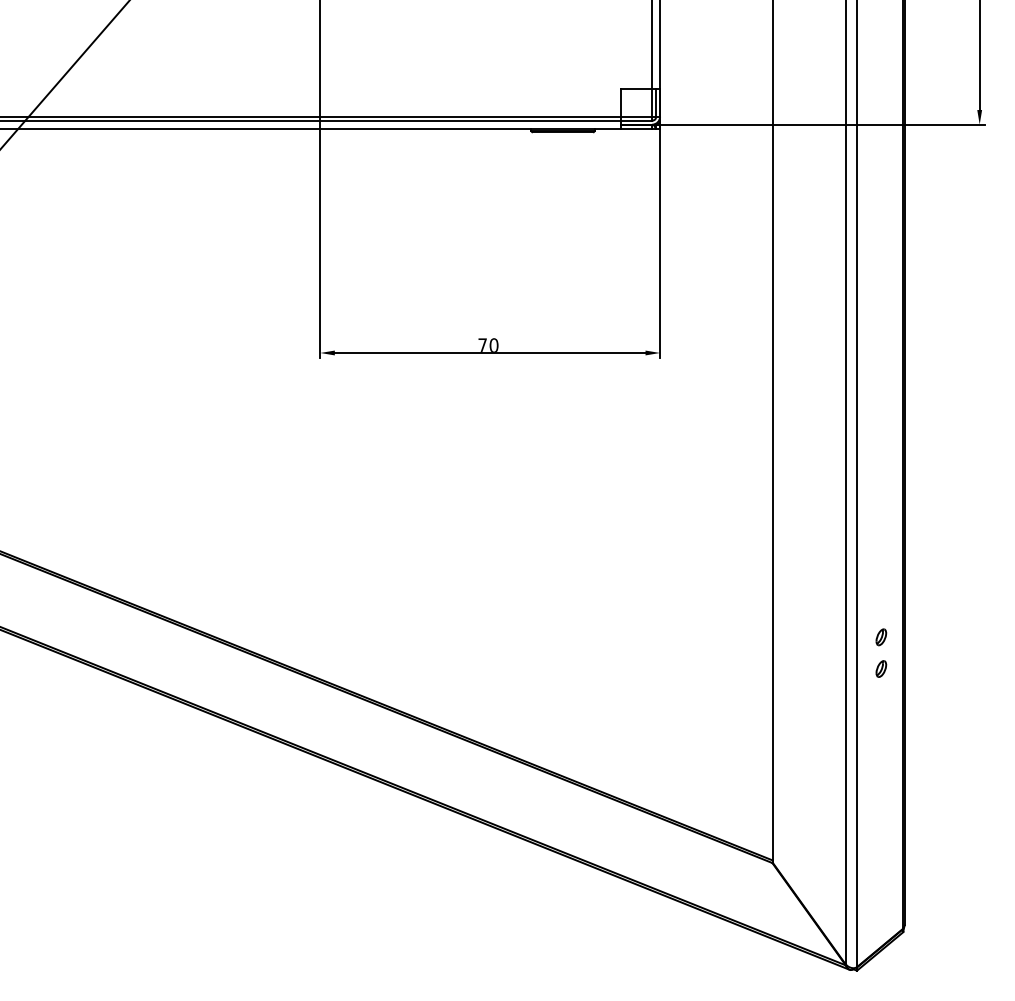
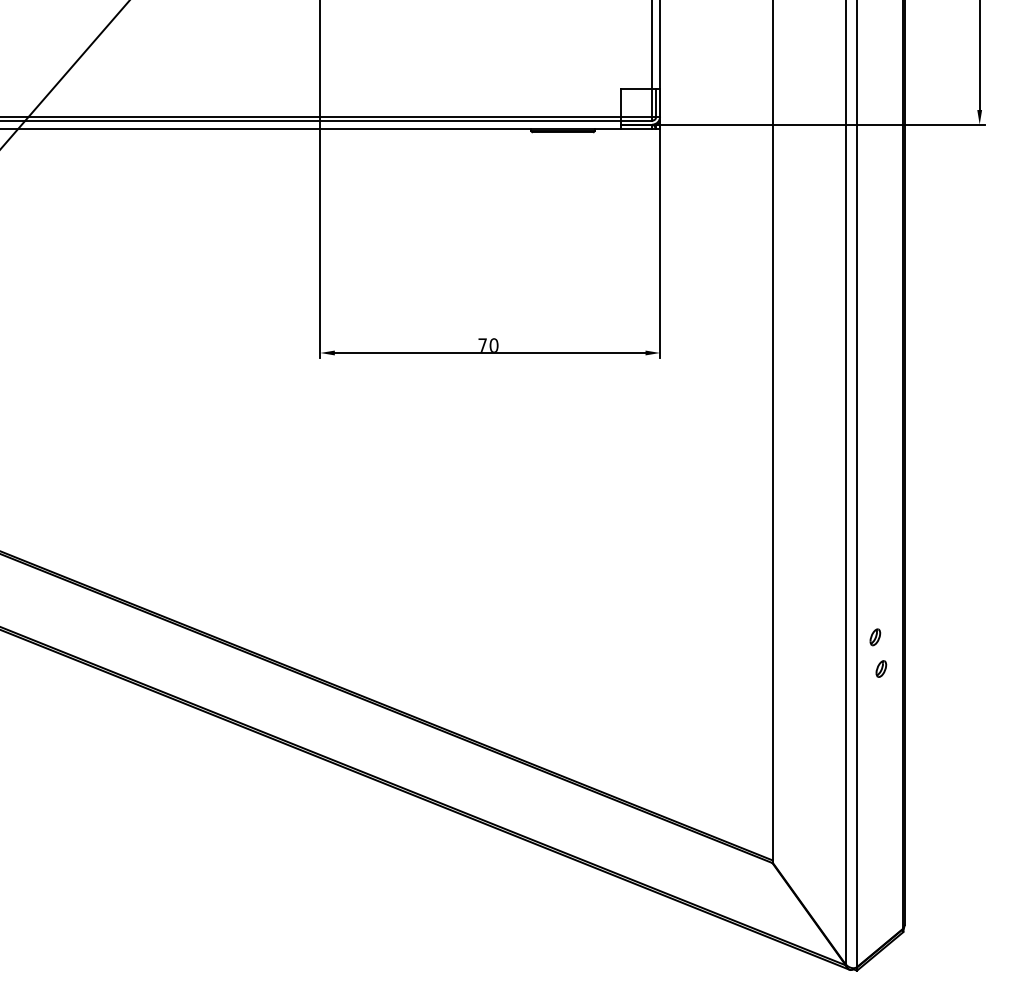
part at (881, 637) position: (881, 637) -> (875, 637)
